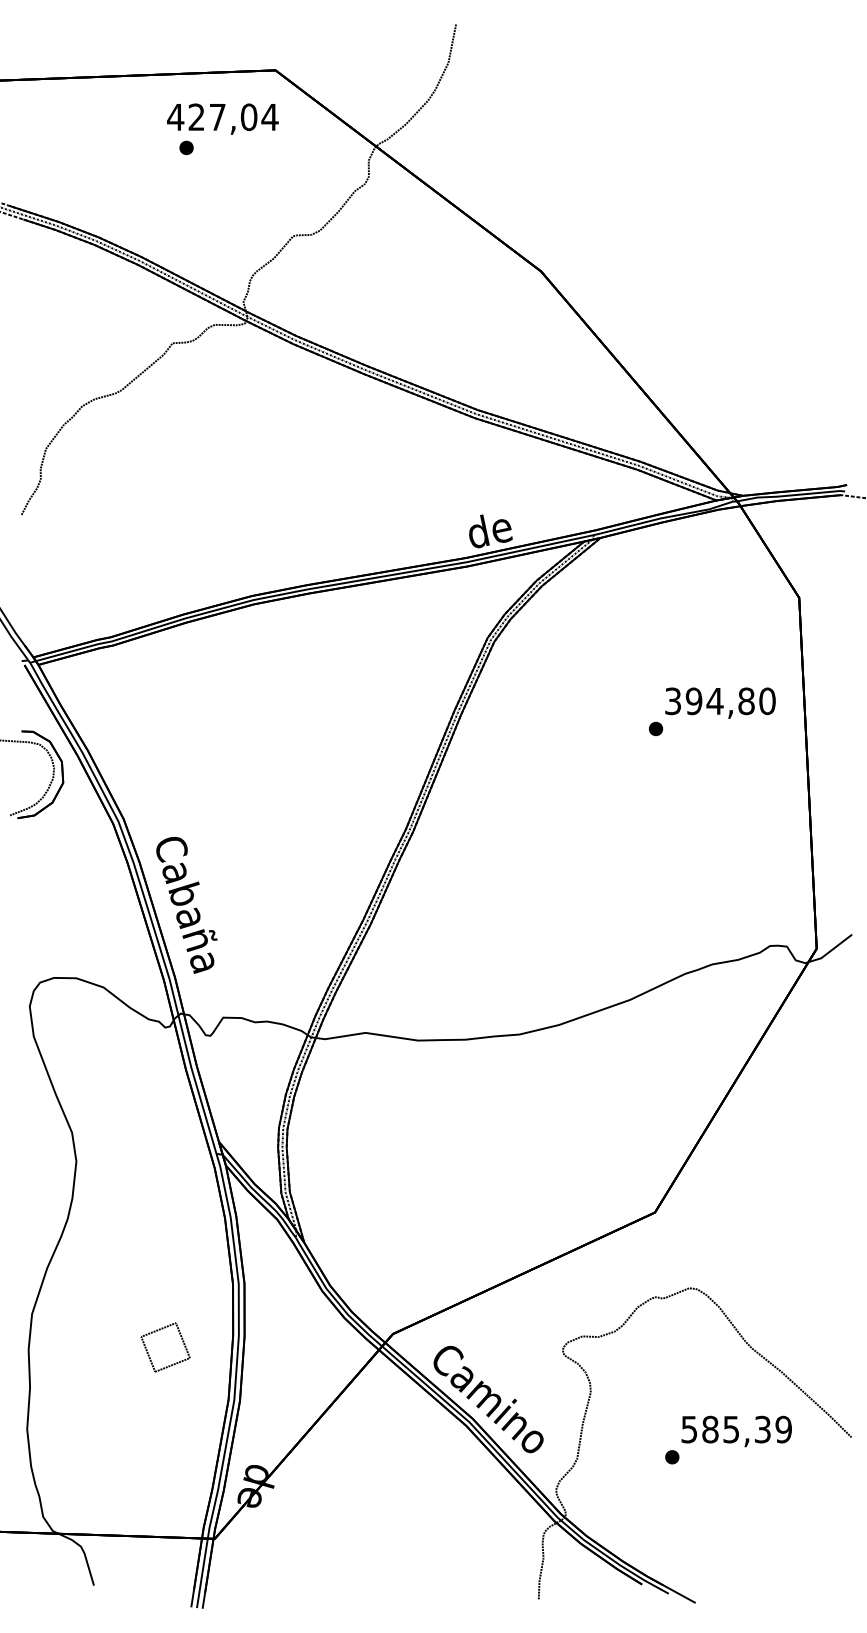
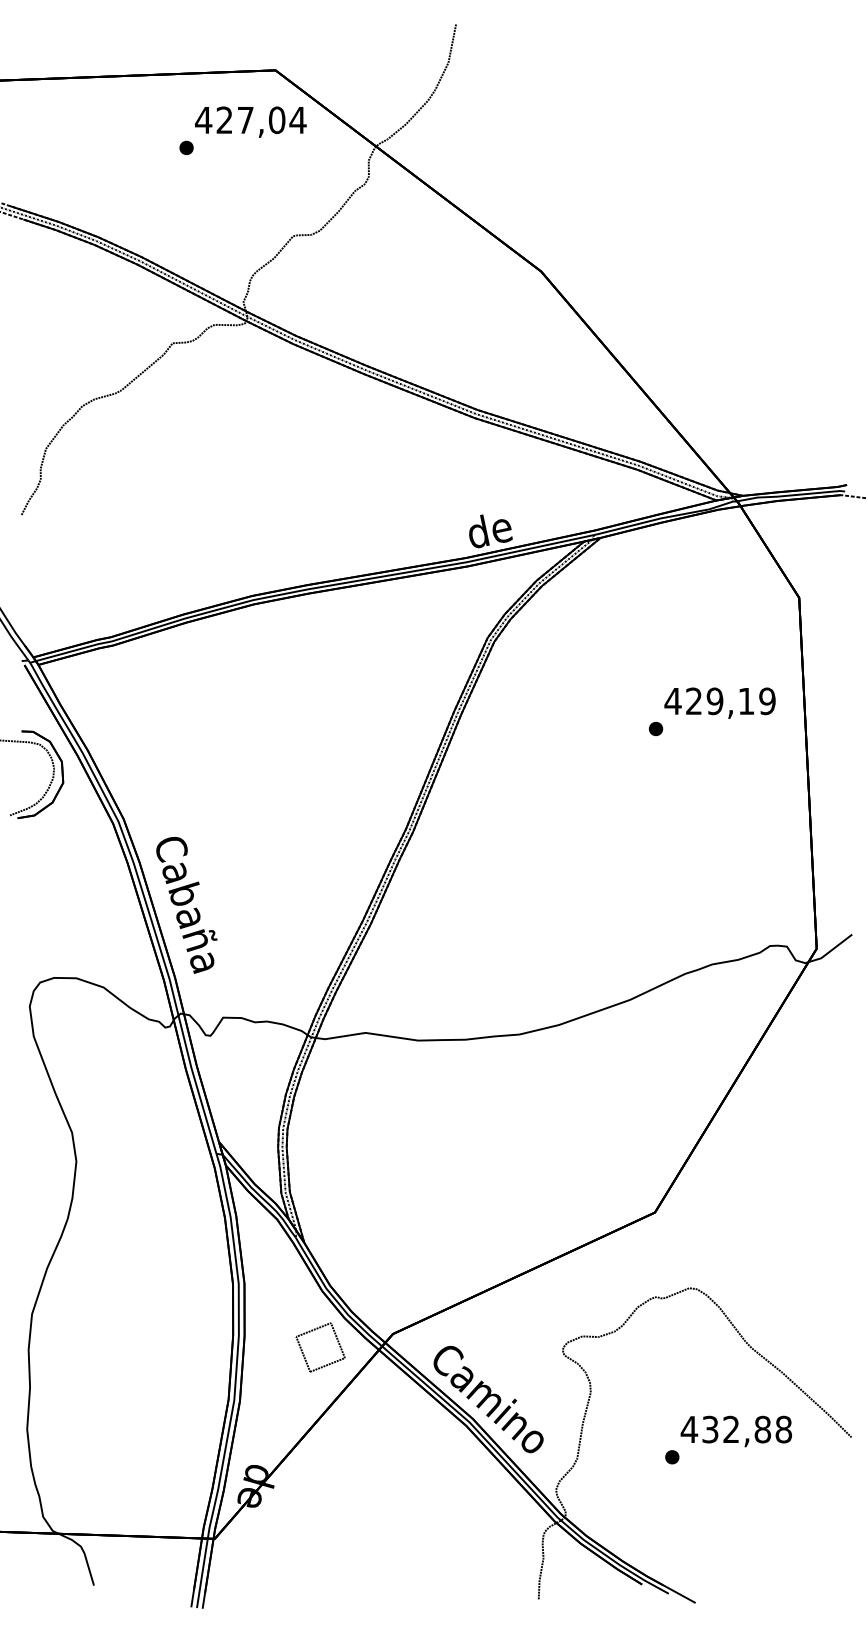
text at (222, 118) position: (222, 118) -> (250, 121)
text at (719, 701): 394,80 -> 429,19
part at (165, 1347) position: (165, 1347) -> (320, 1347)
text at (736, 1429): 585,39 -> 432,88
